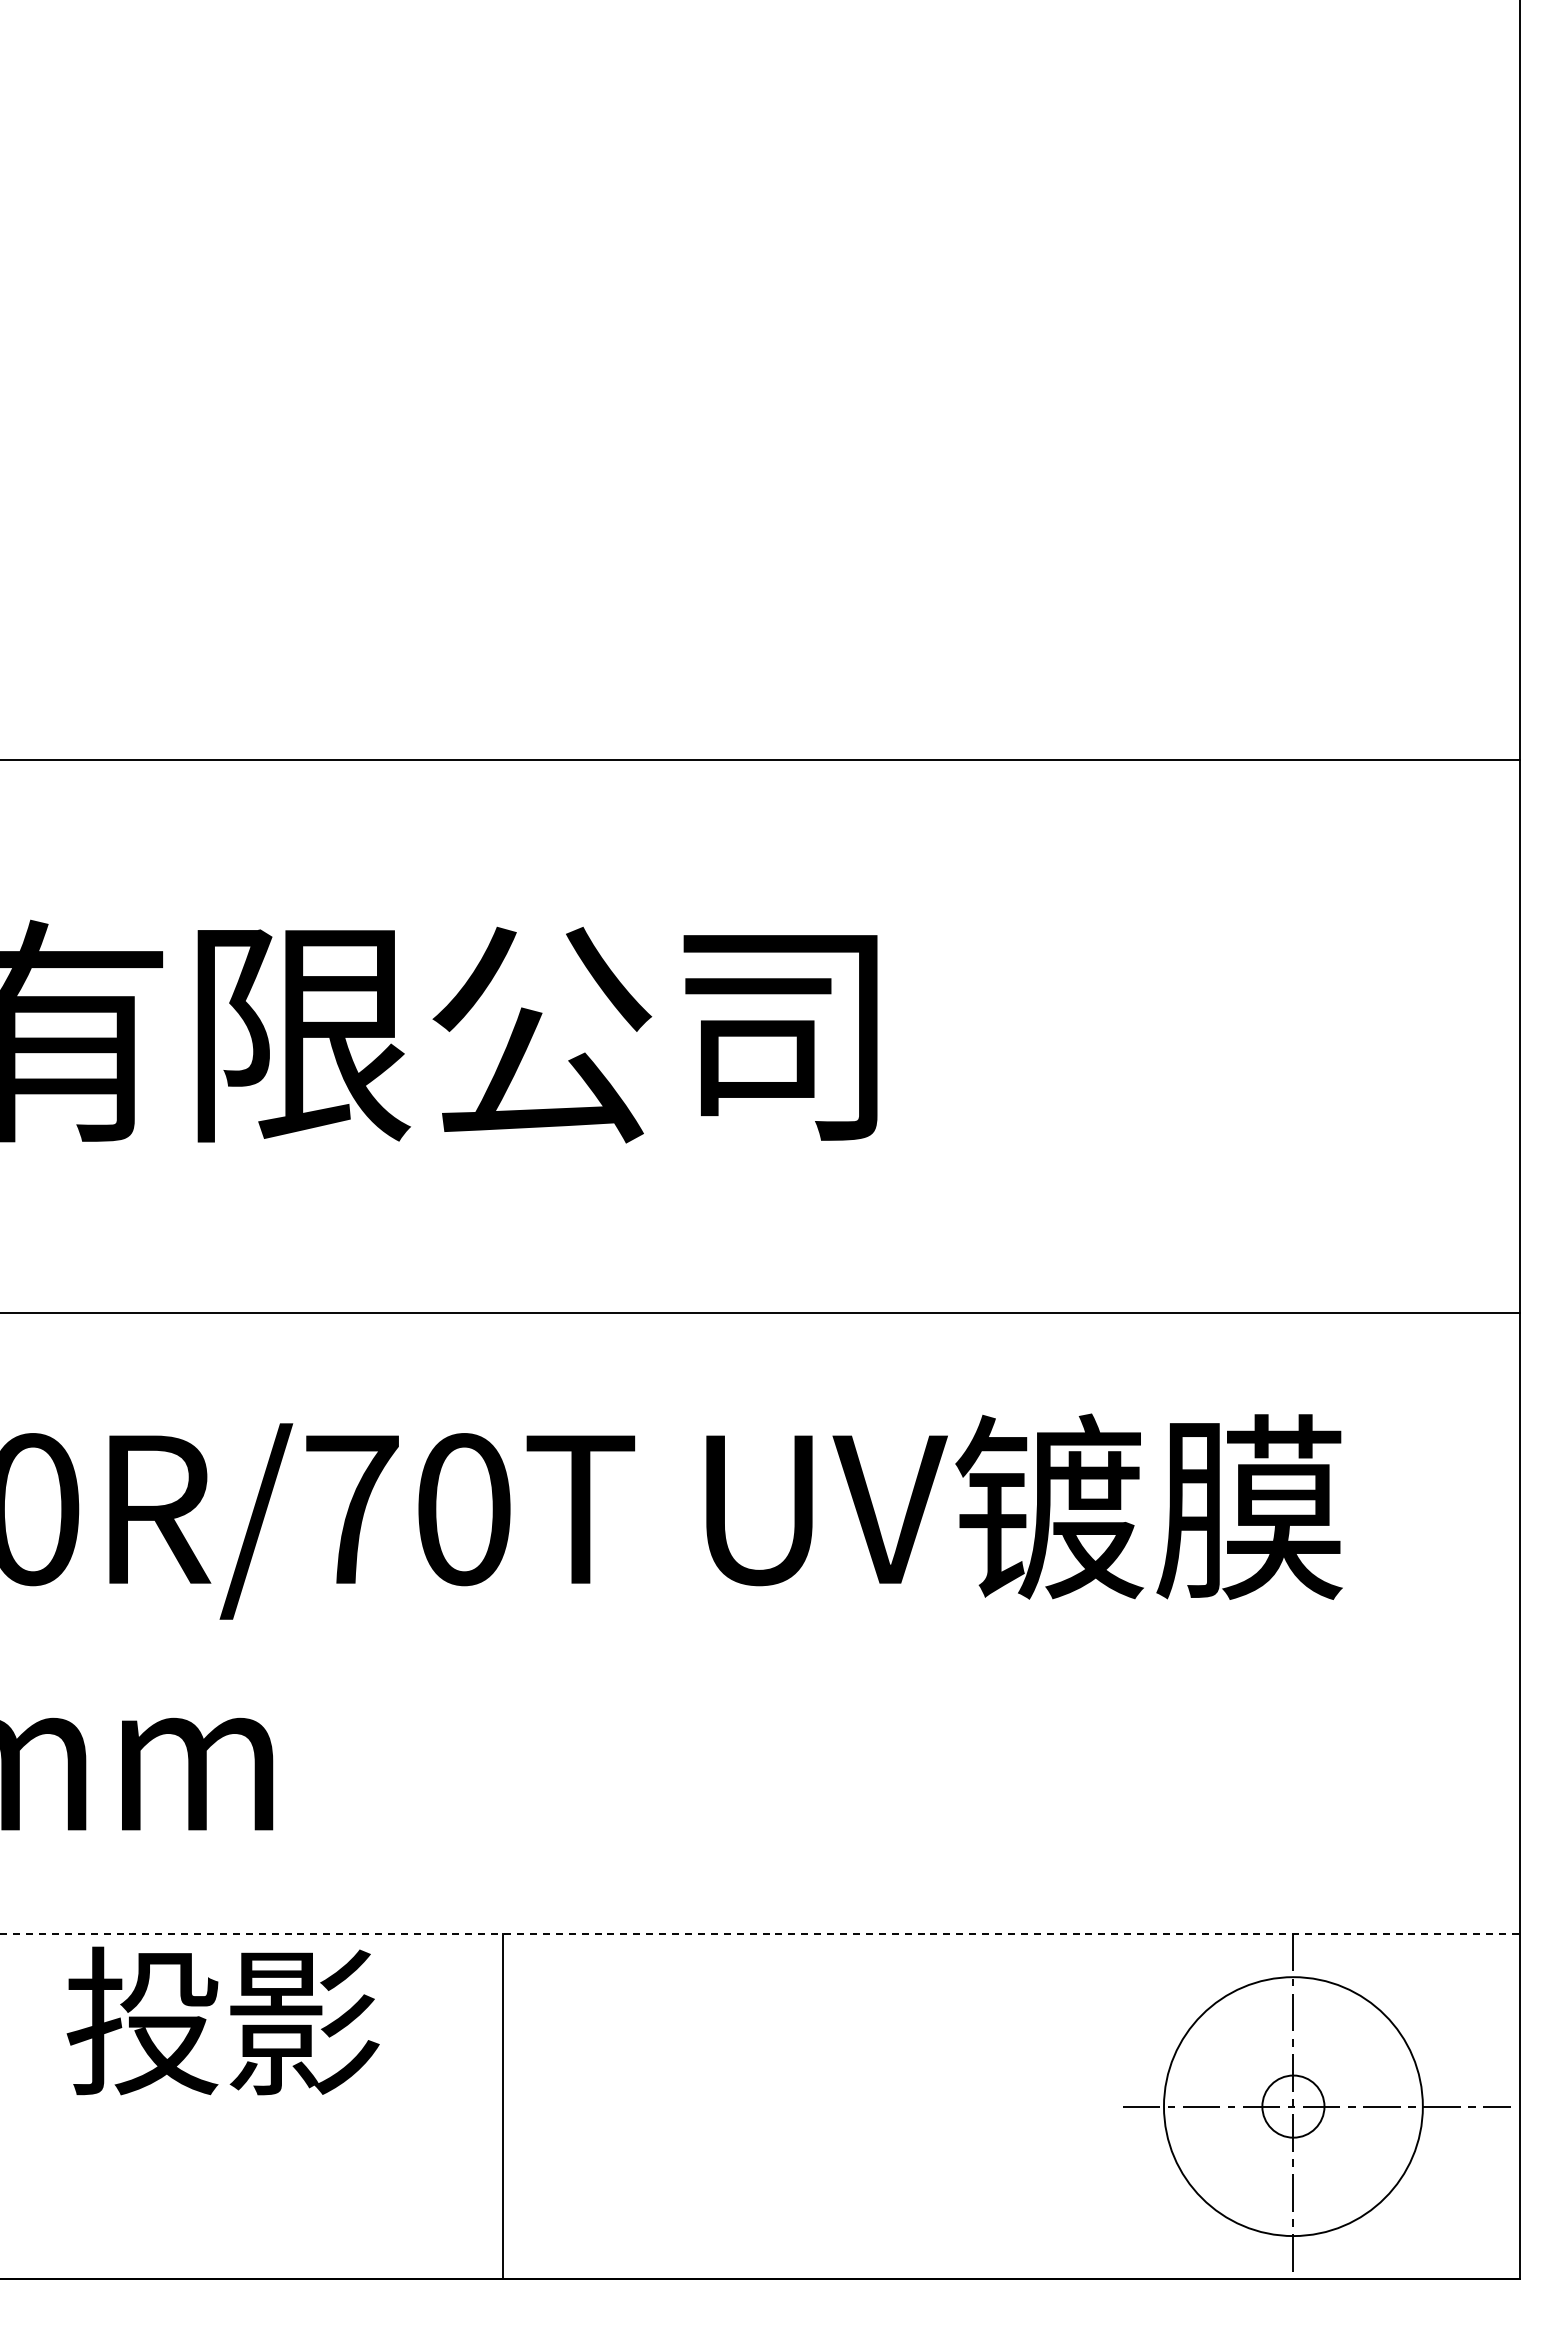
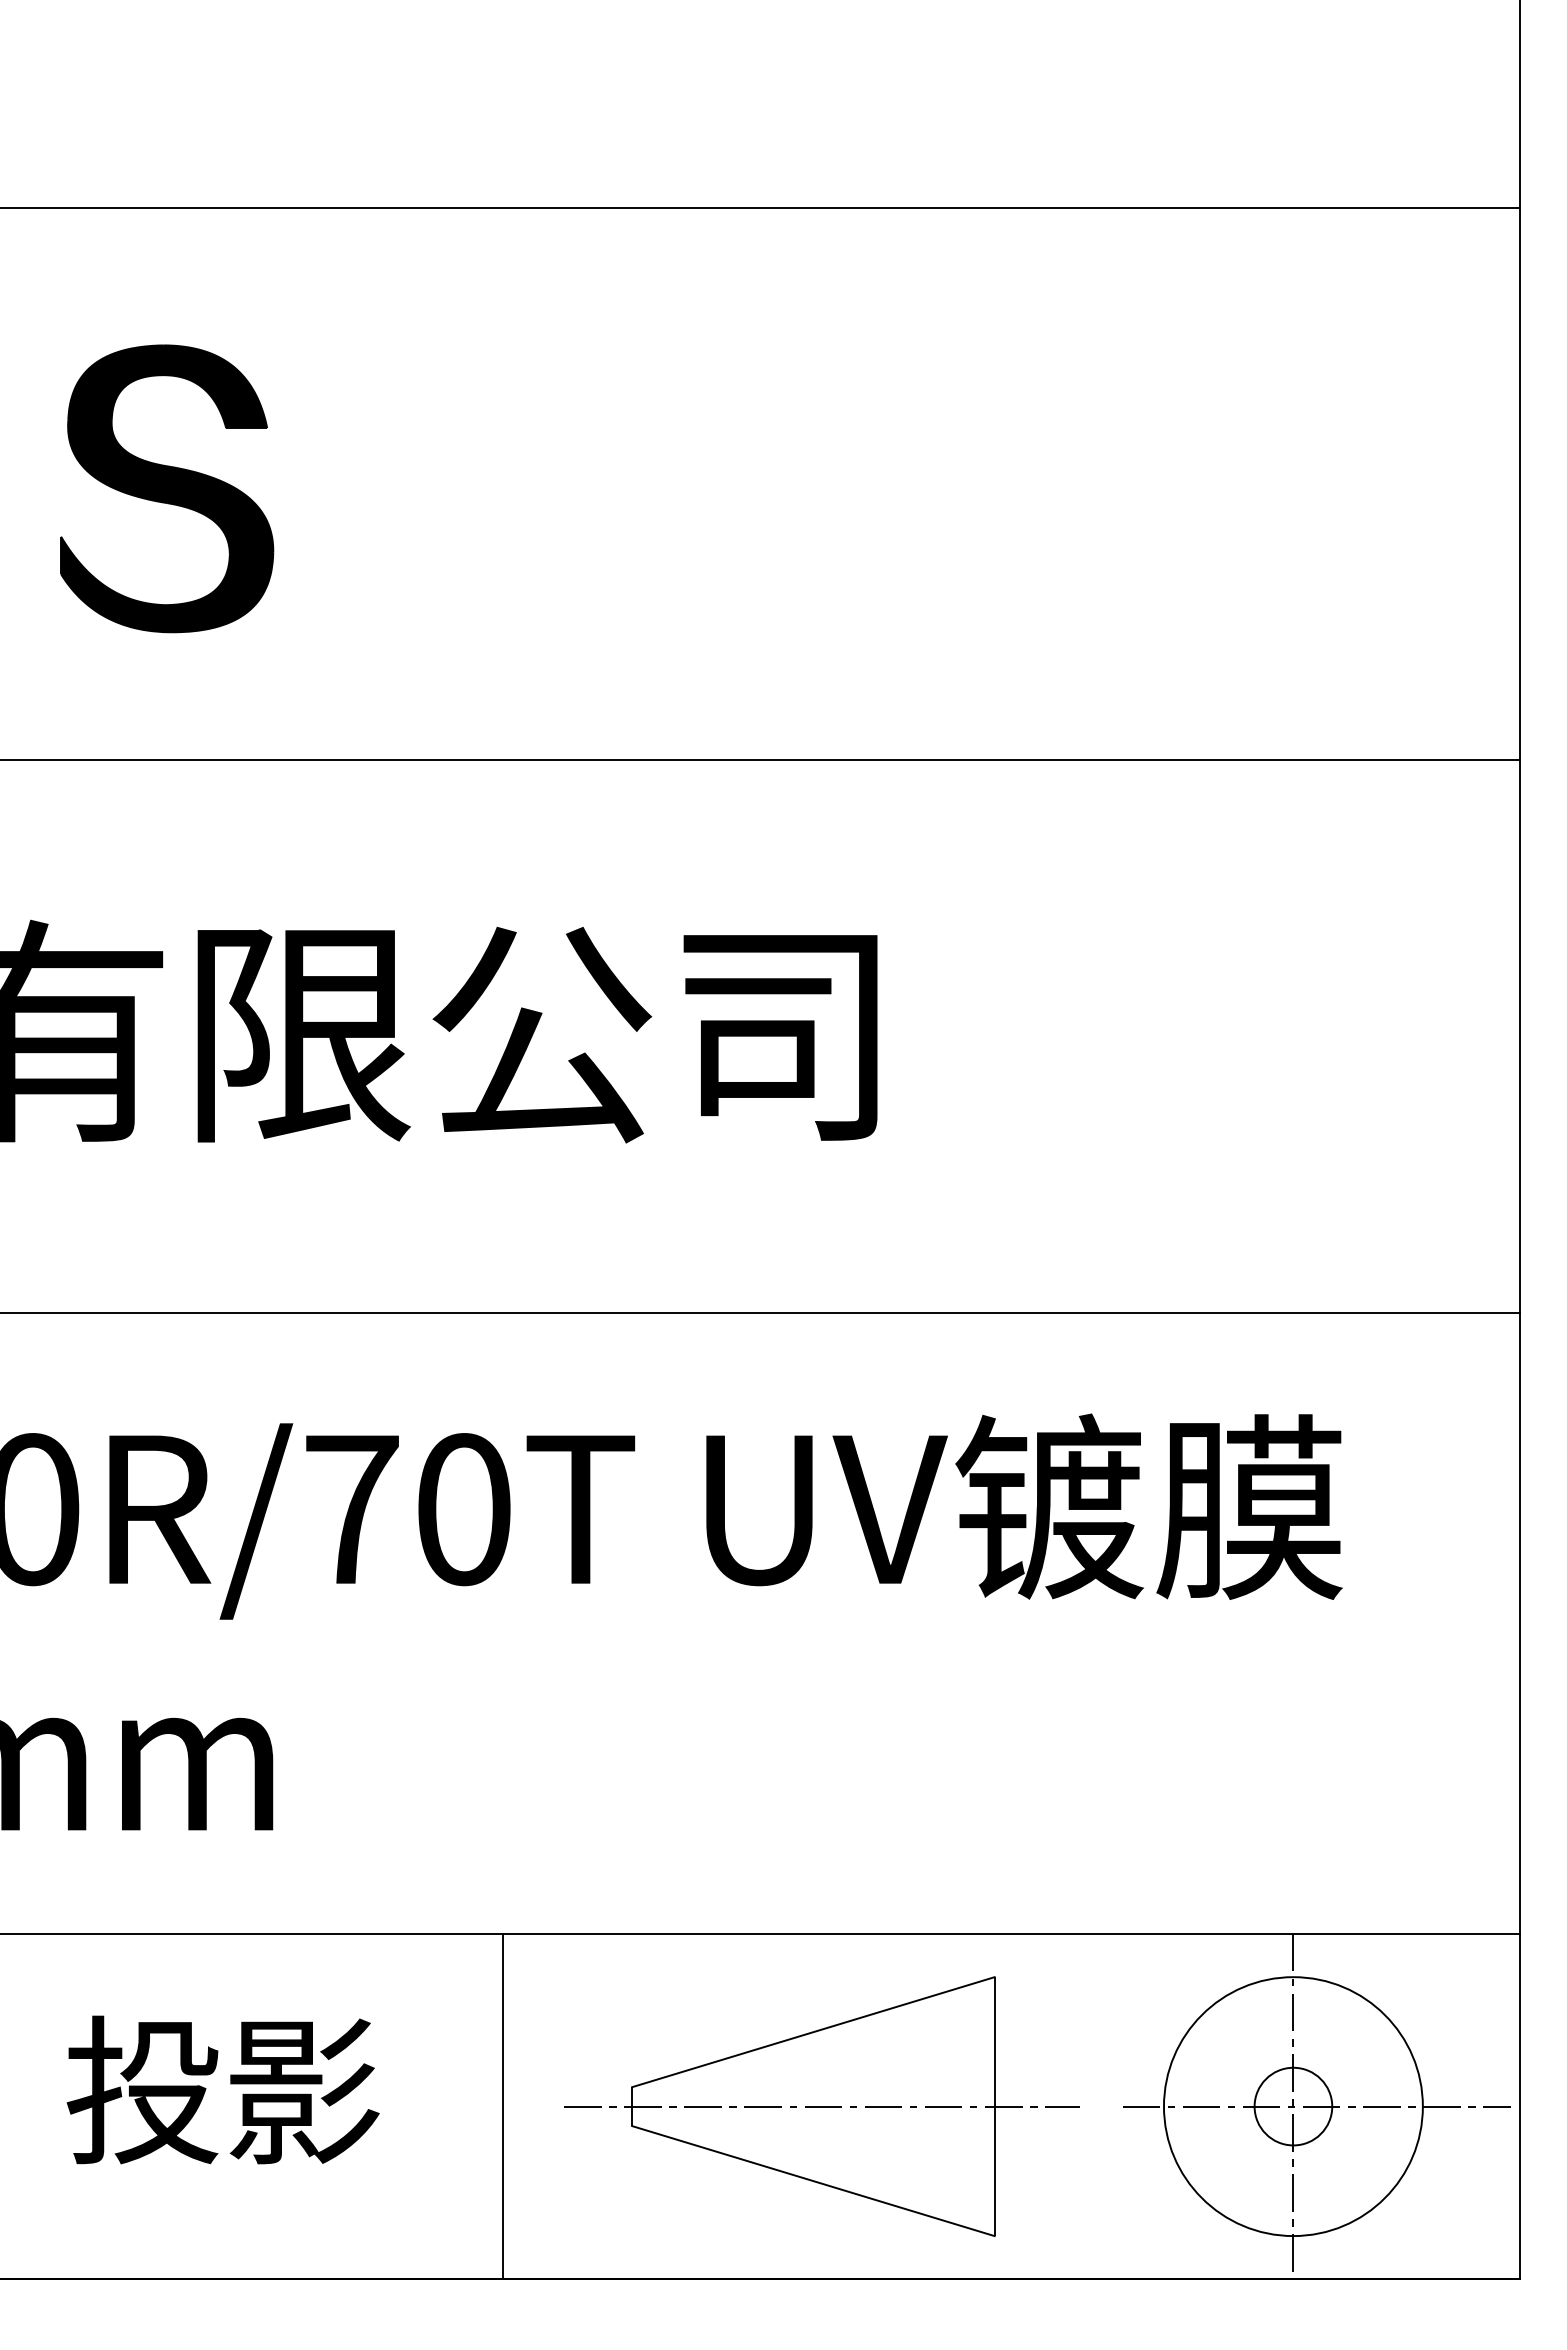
line at (760, 207): none -> present
part at (167, 488): none -> present
line at (759, 1933): dashed -> solid
text at (222, 2020) position: (222, 2020) -> (222, 2089)
part at (821, 2106): none -> present
circle at (1293, 2106) diameter: 62 px -> 78 px
